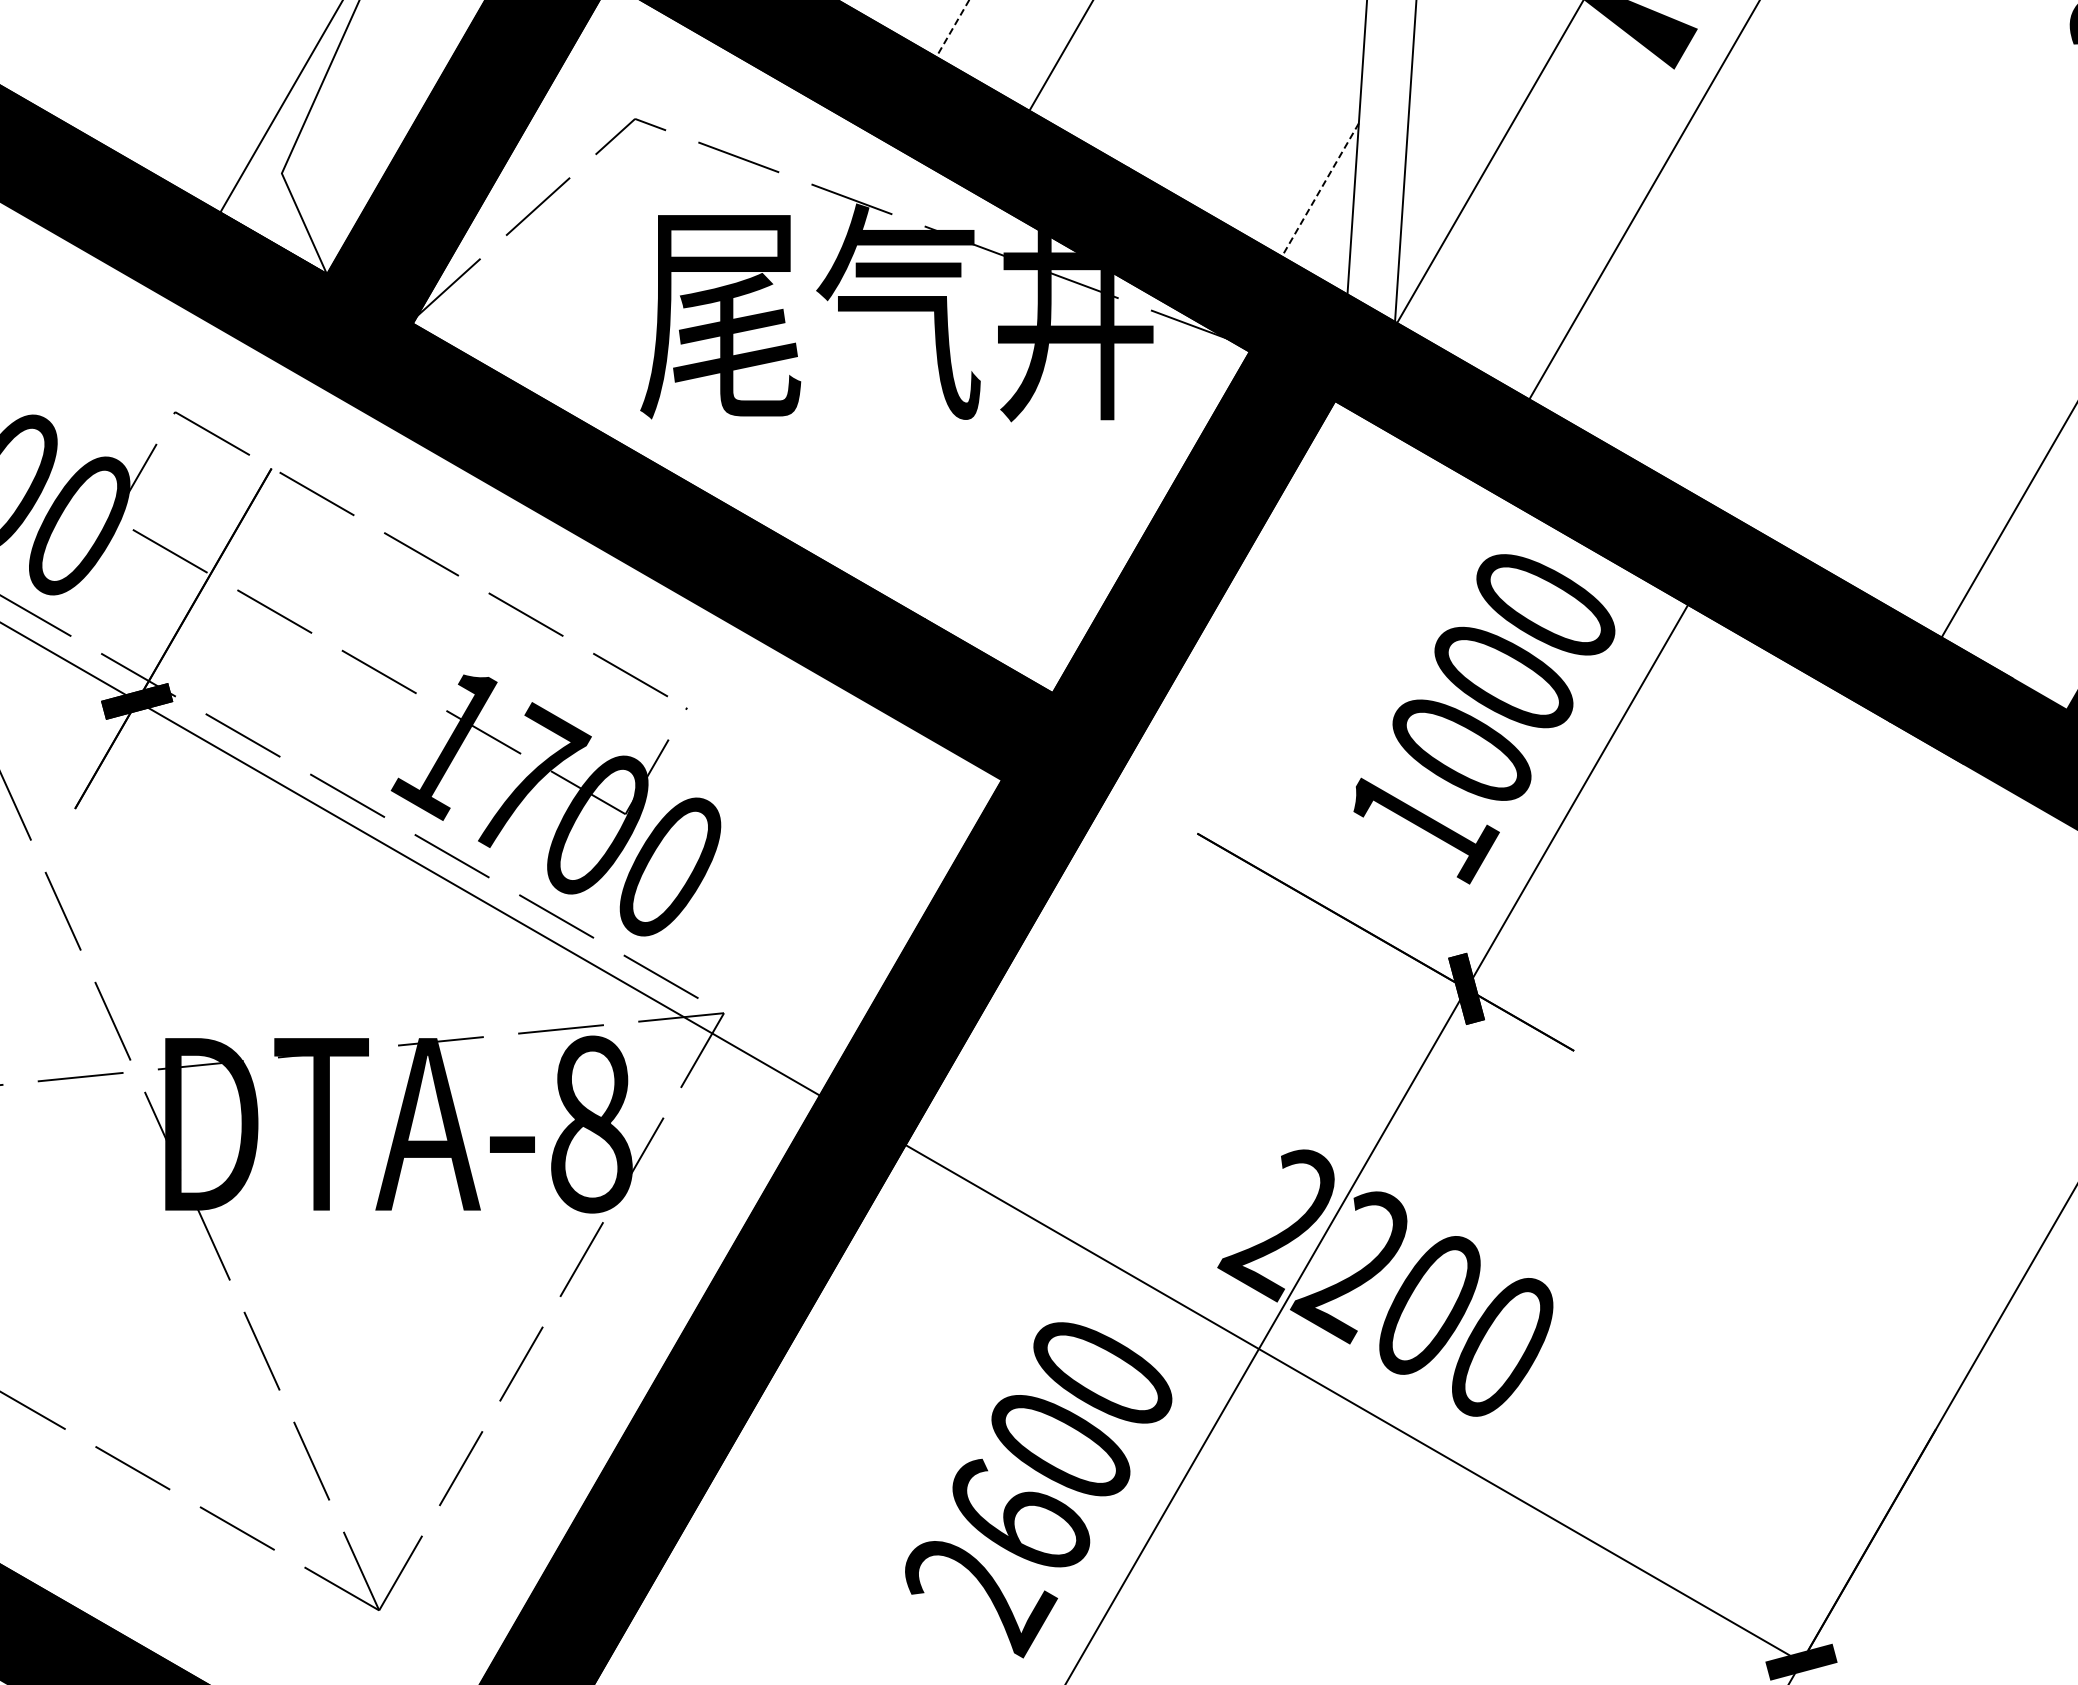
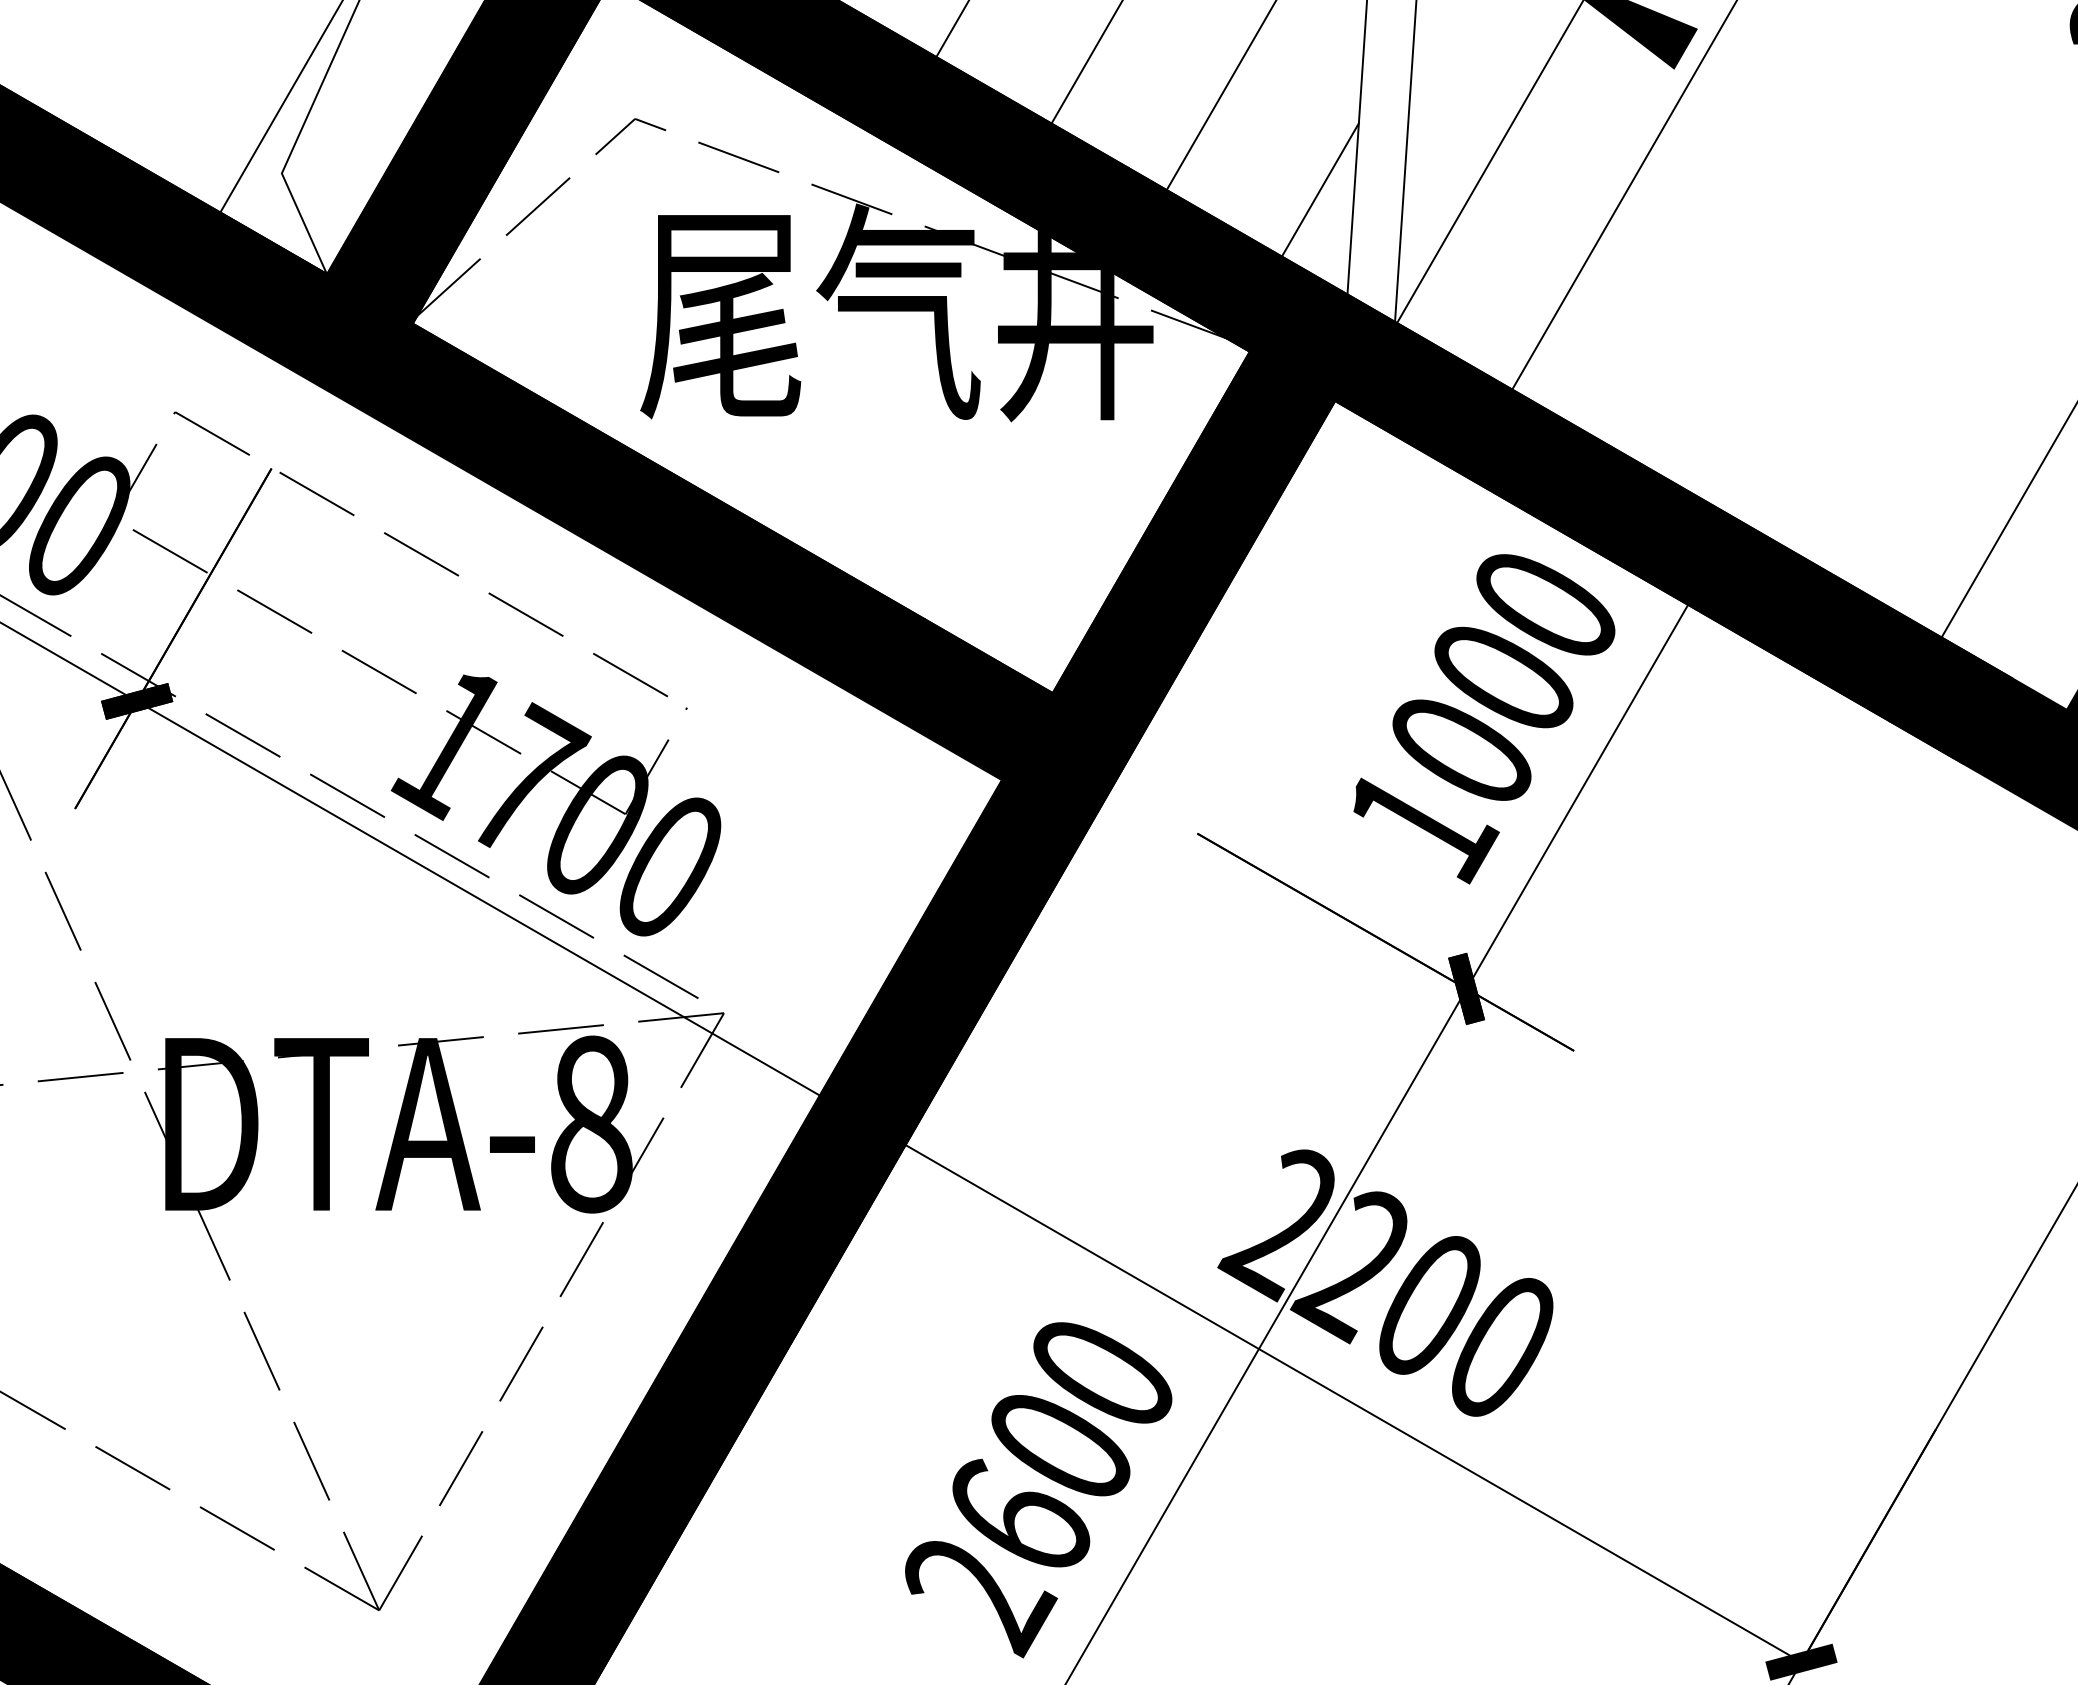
line at (952, 29): dashed -> solid
line at (1060, 56) position: (1060, 56) -> (1086, 62)
line at (1220, 96): none -> present
line at (1320, 189): dashed -> solid
line at (1643, 200) position: (1643, 200) -> (1623, 195)
